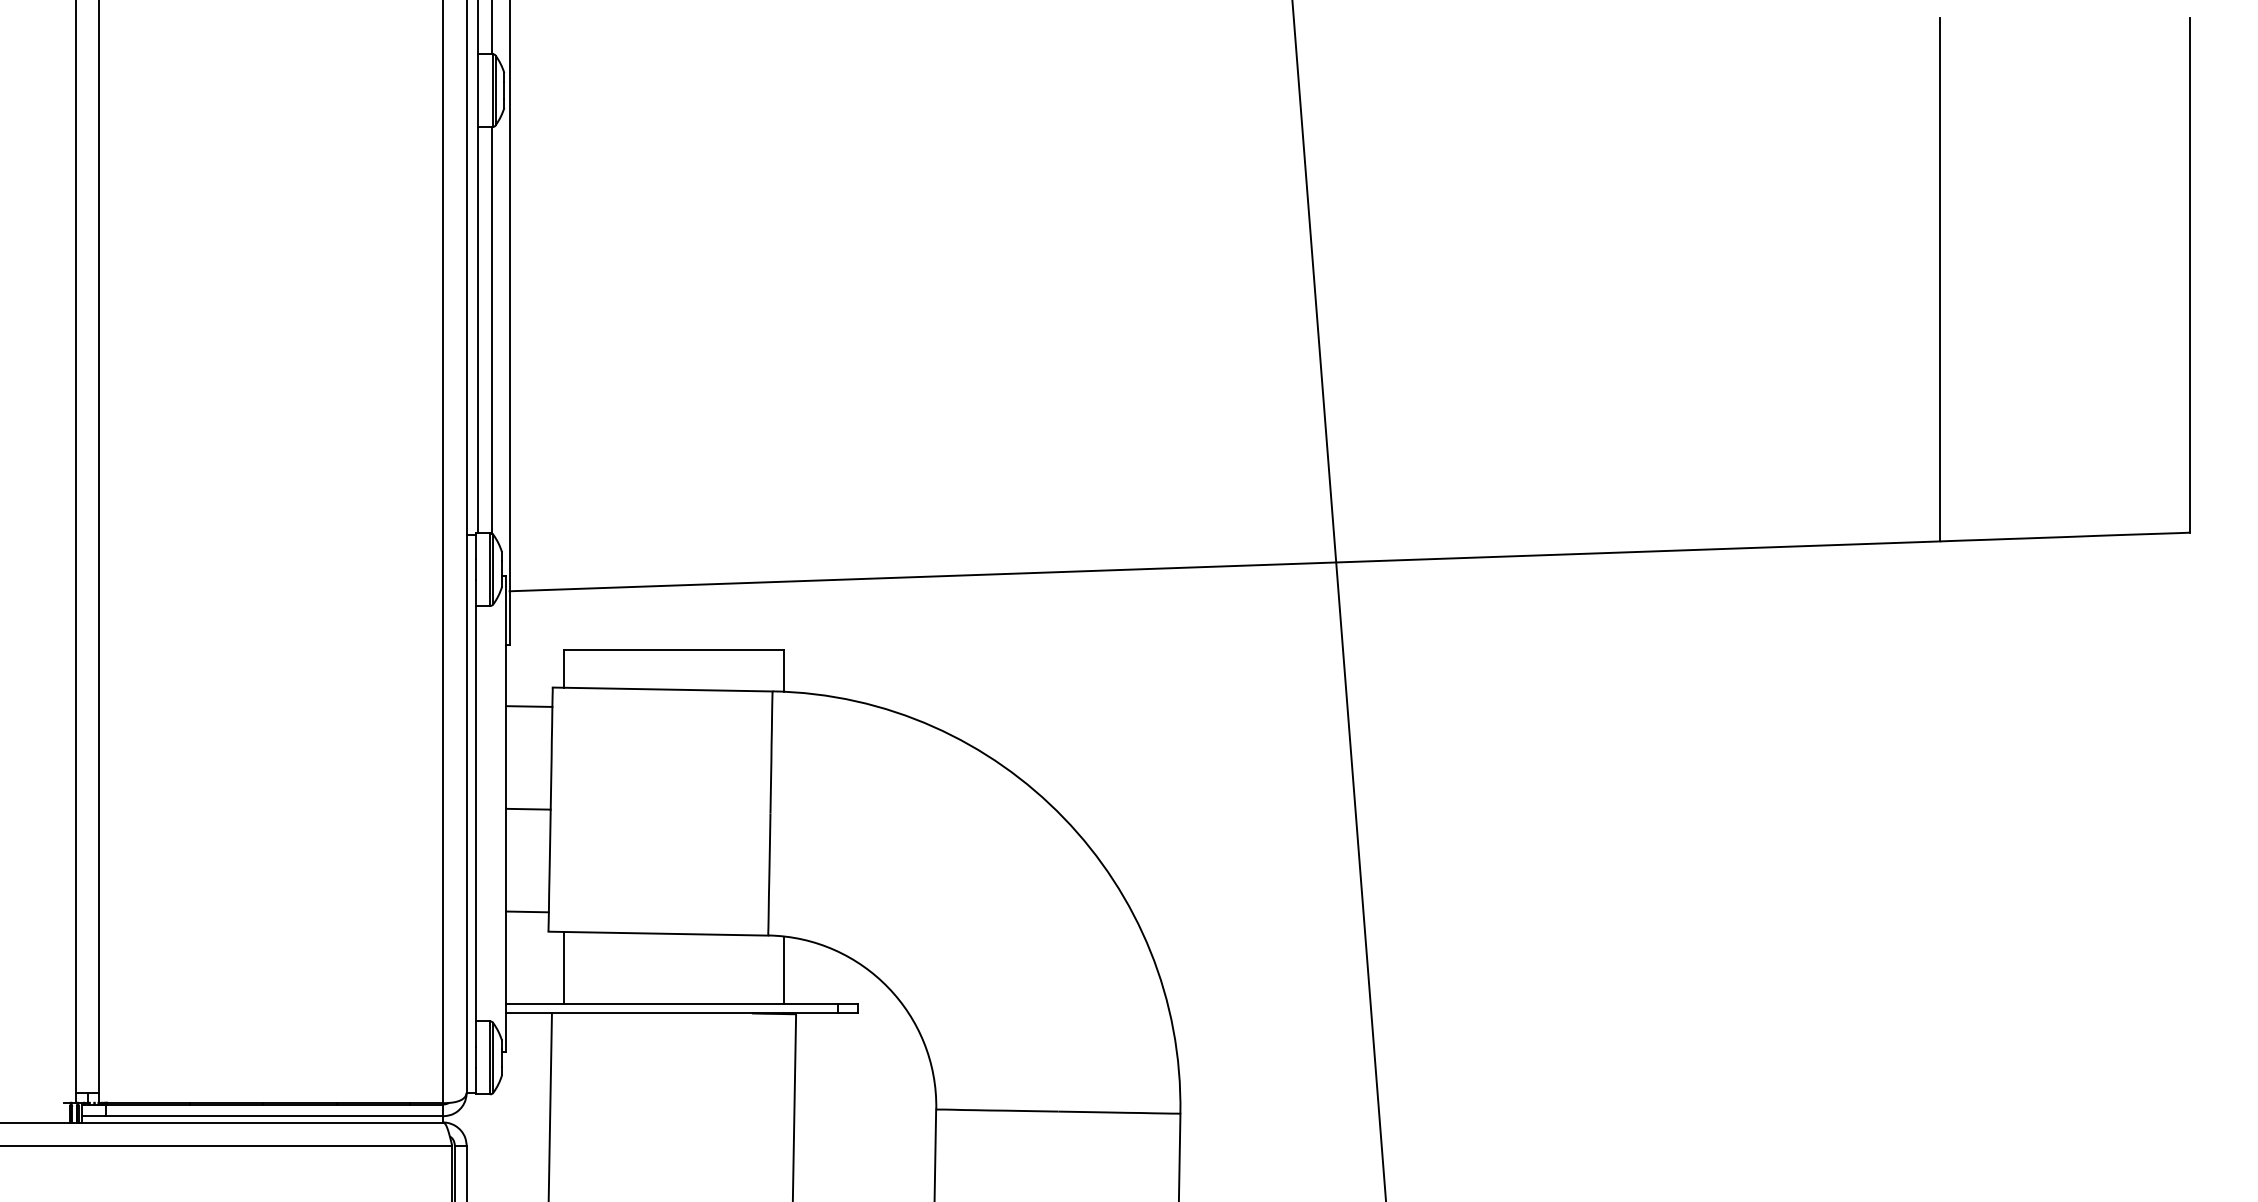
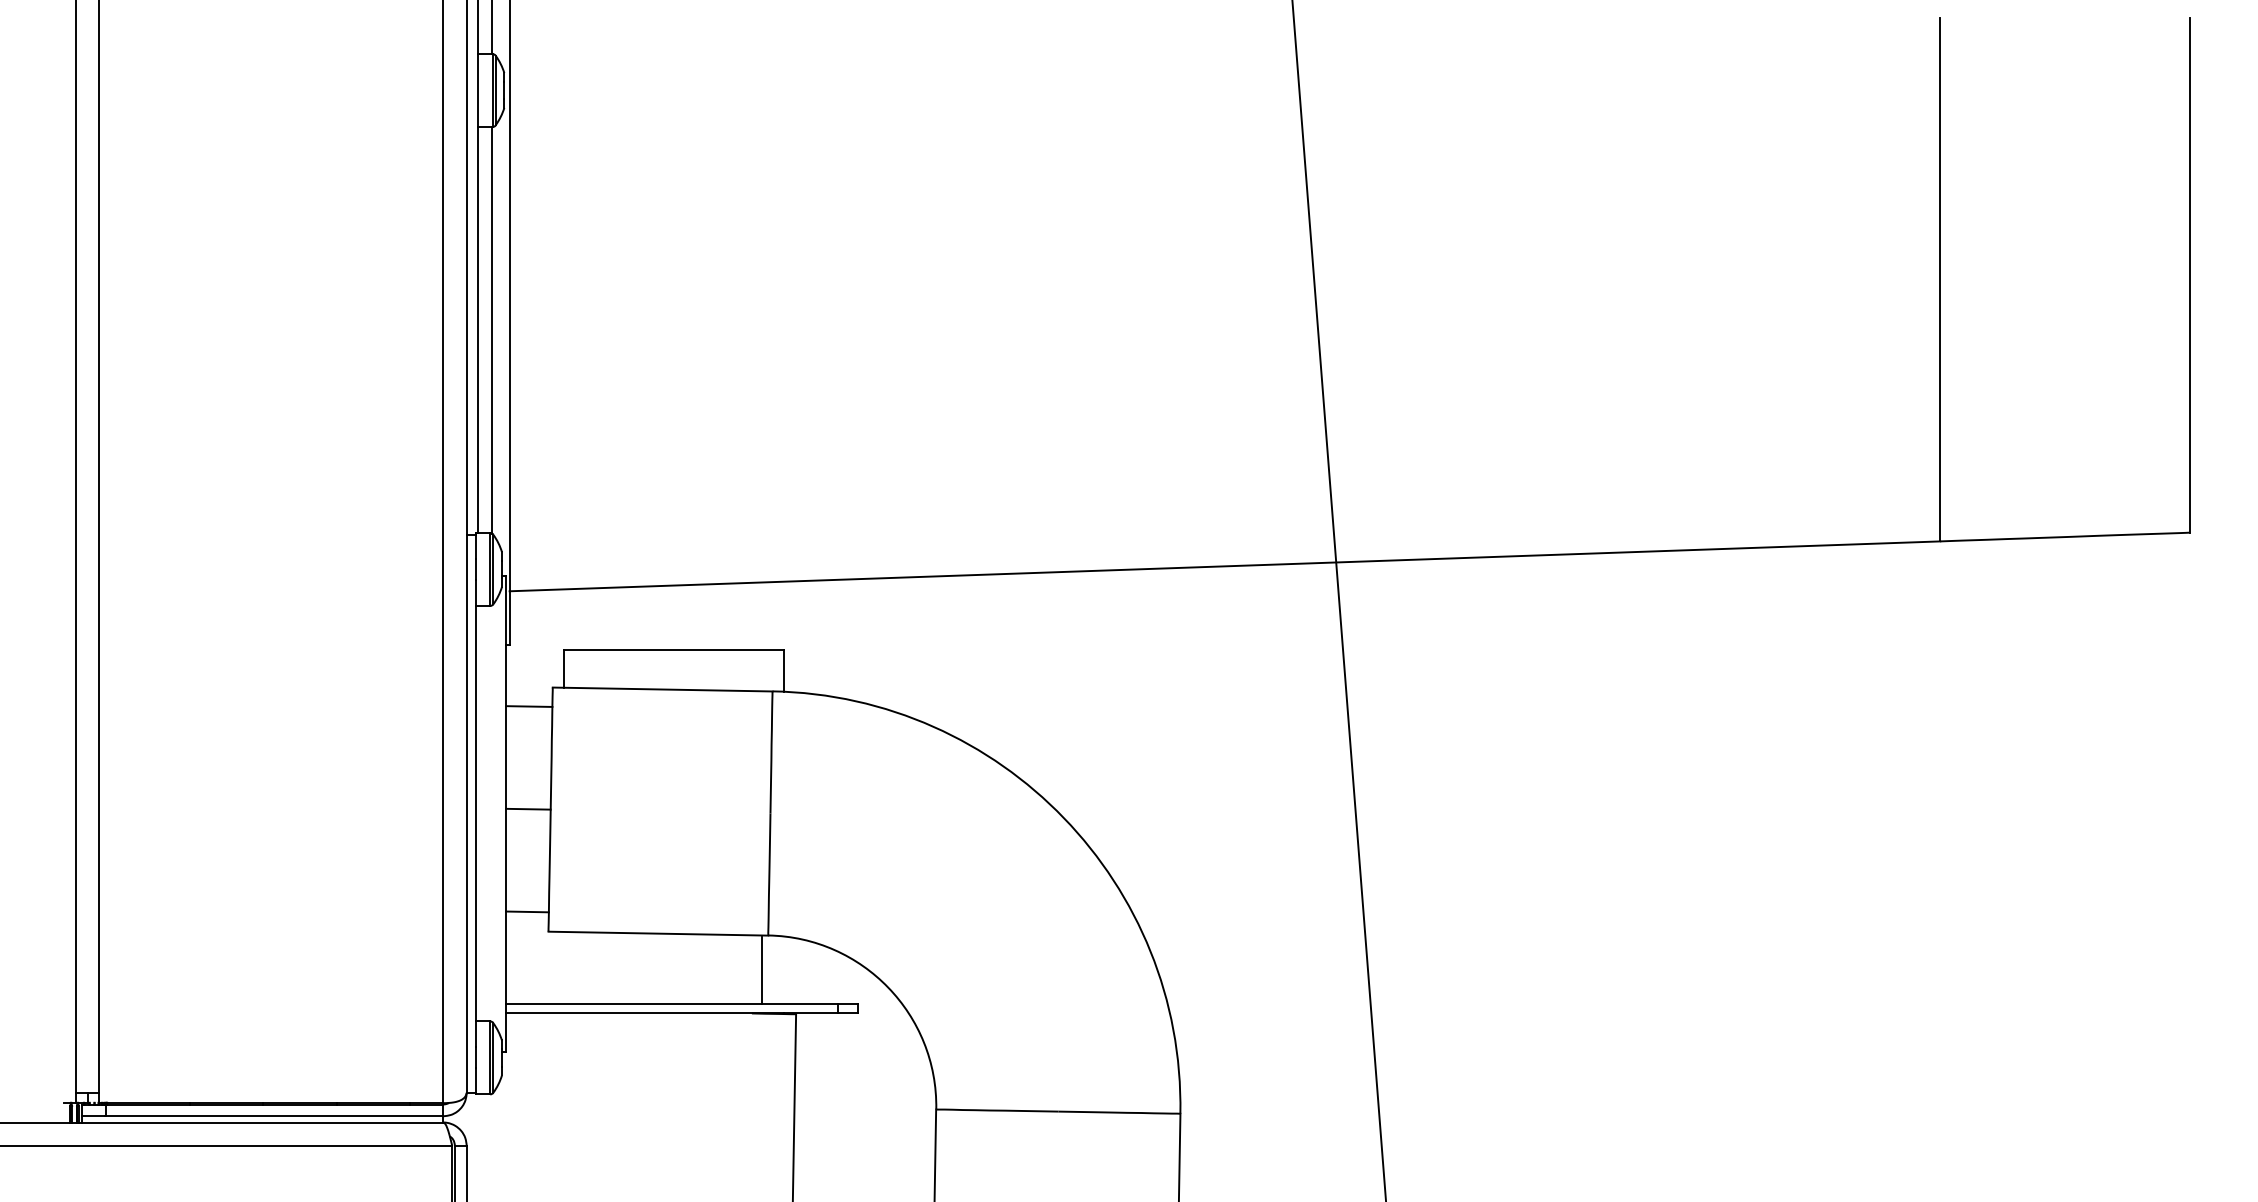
line at (564, 968): present -> none
line at (783, 970) position: (783, 970) -> (761, 970)
line at (549, 1105): present -> none
